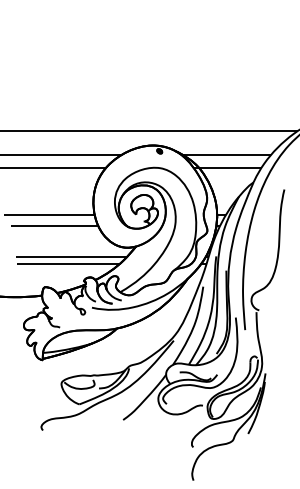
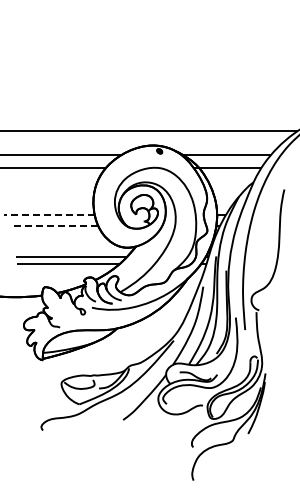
line at (48, 215): solid -> dashed
line at (54, 225): solid -> dashed
